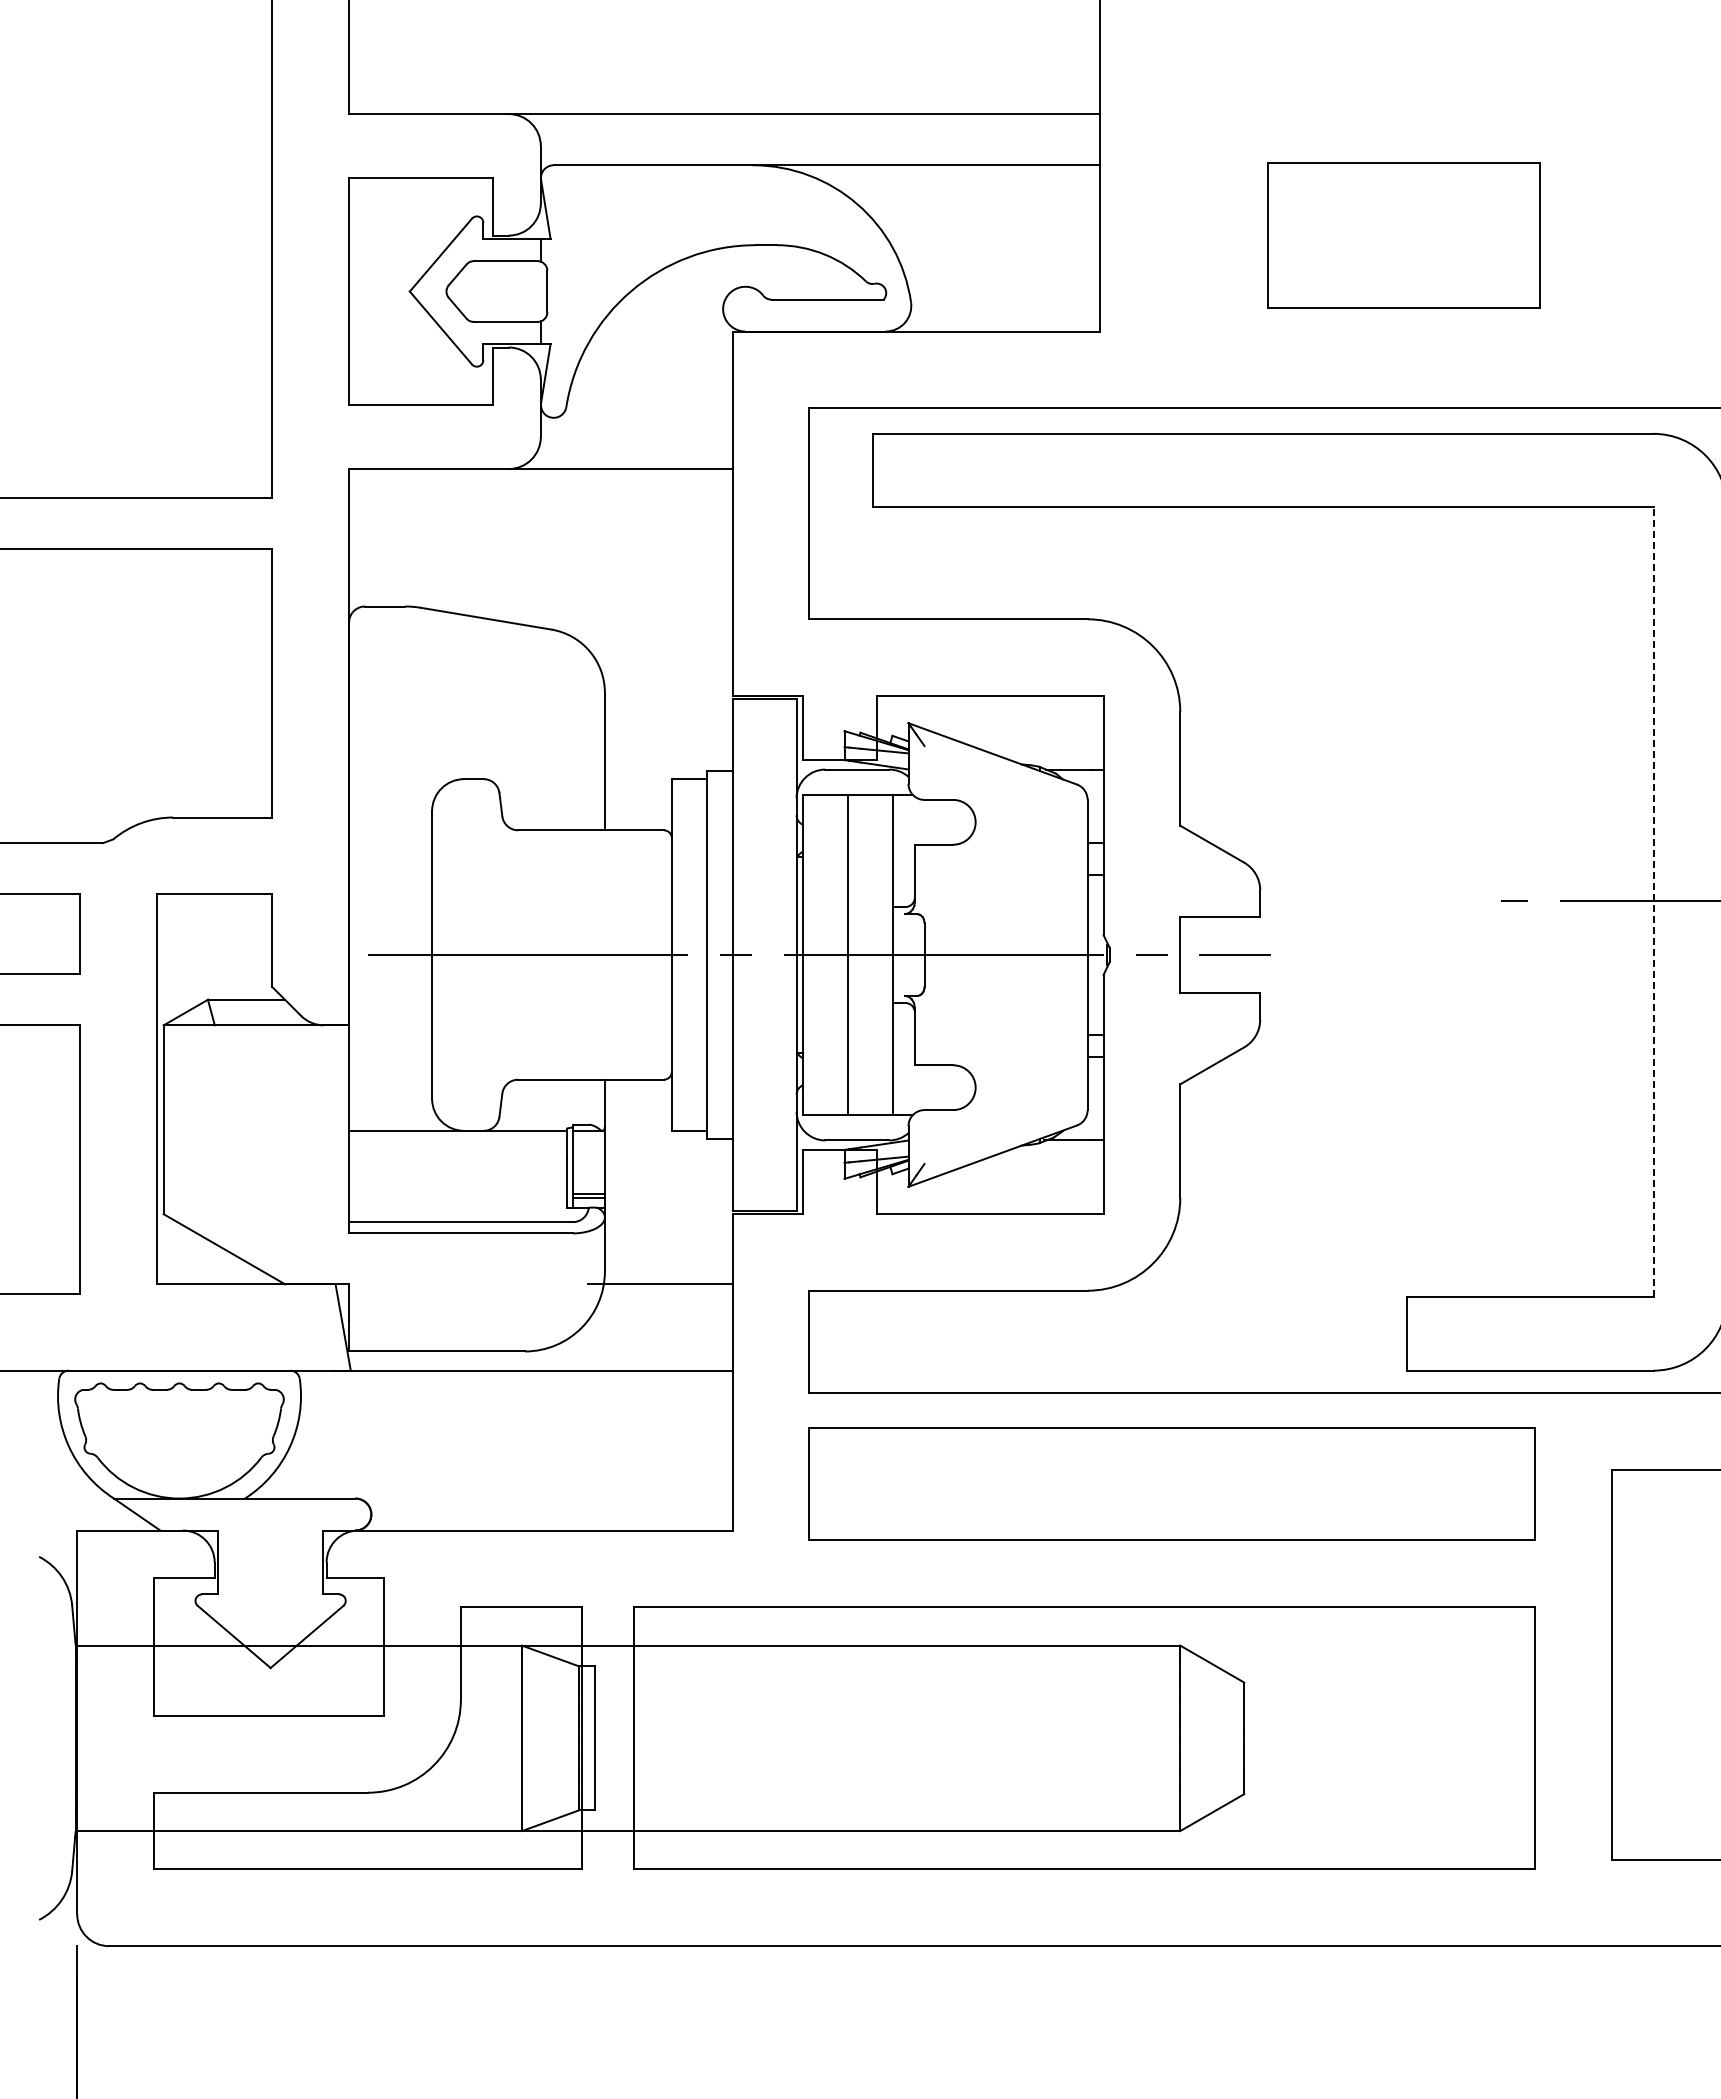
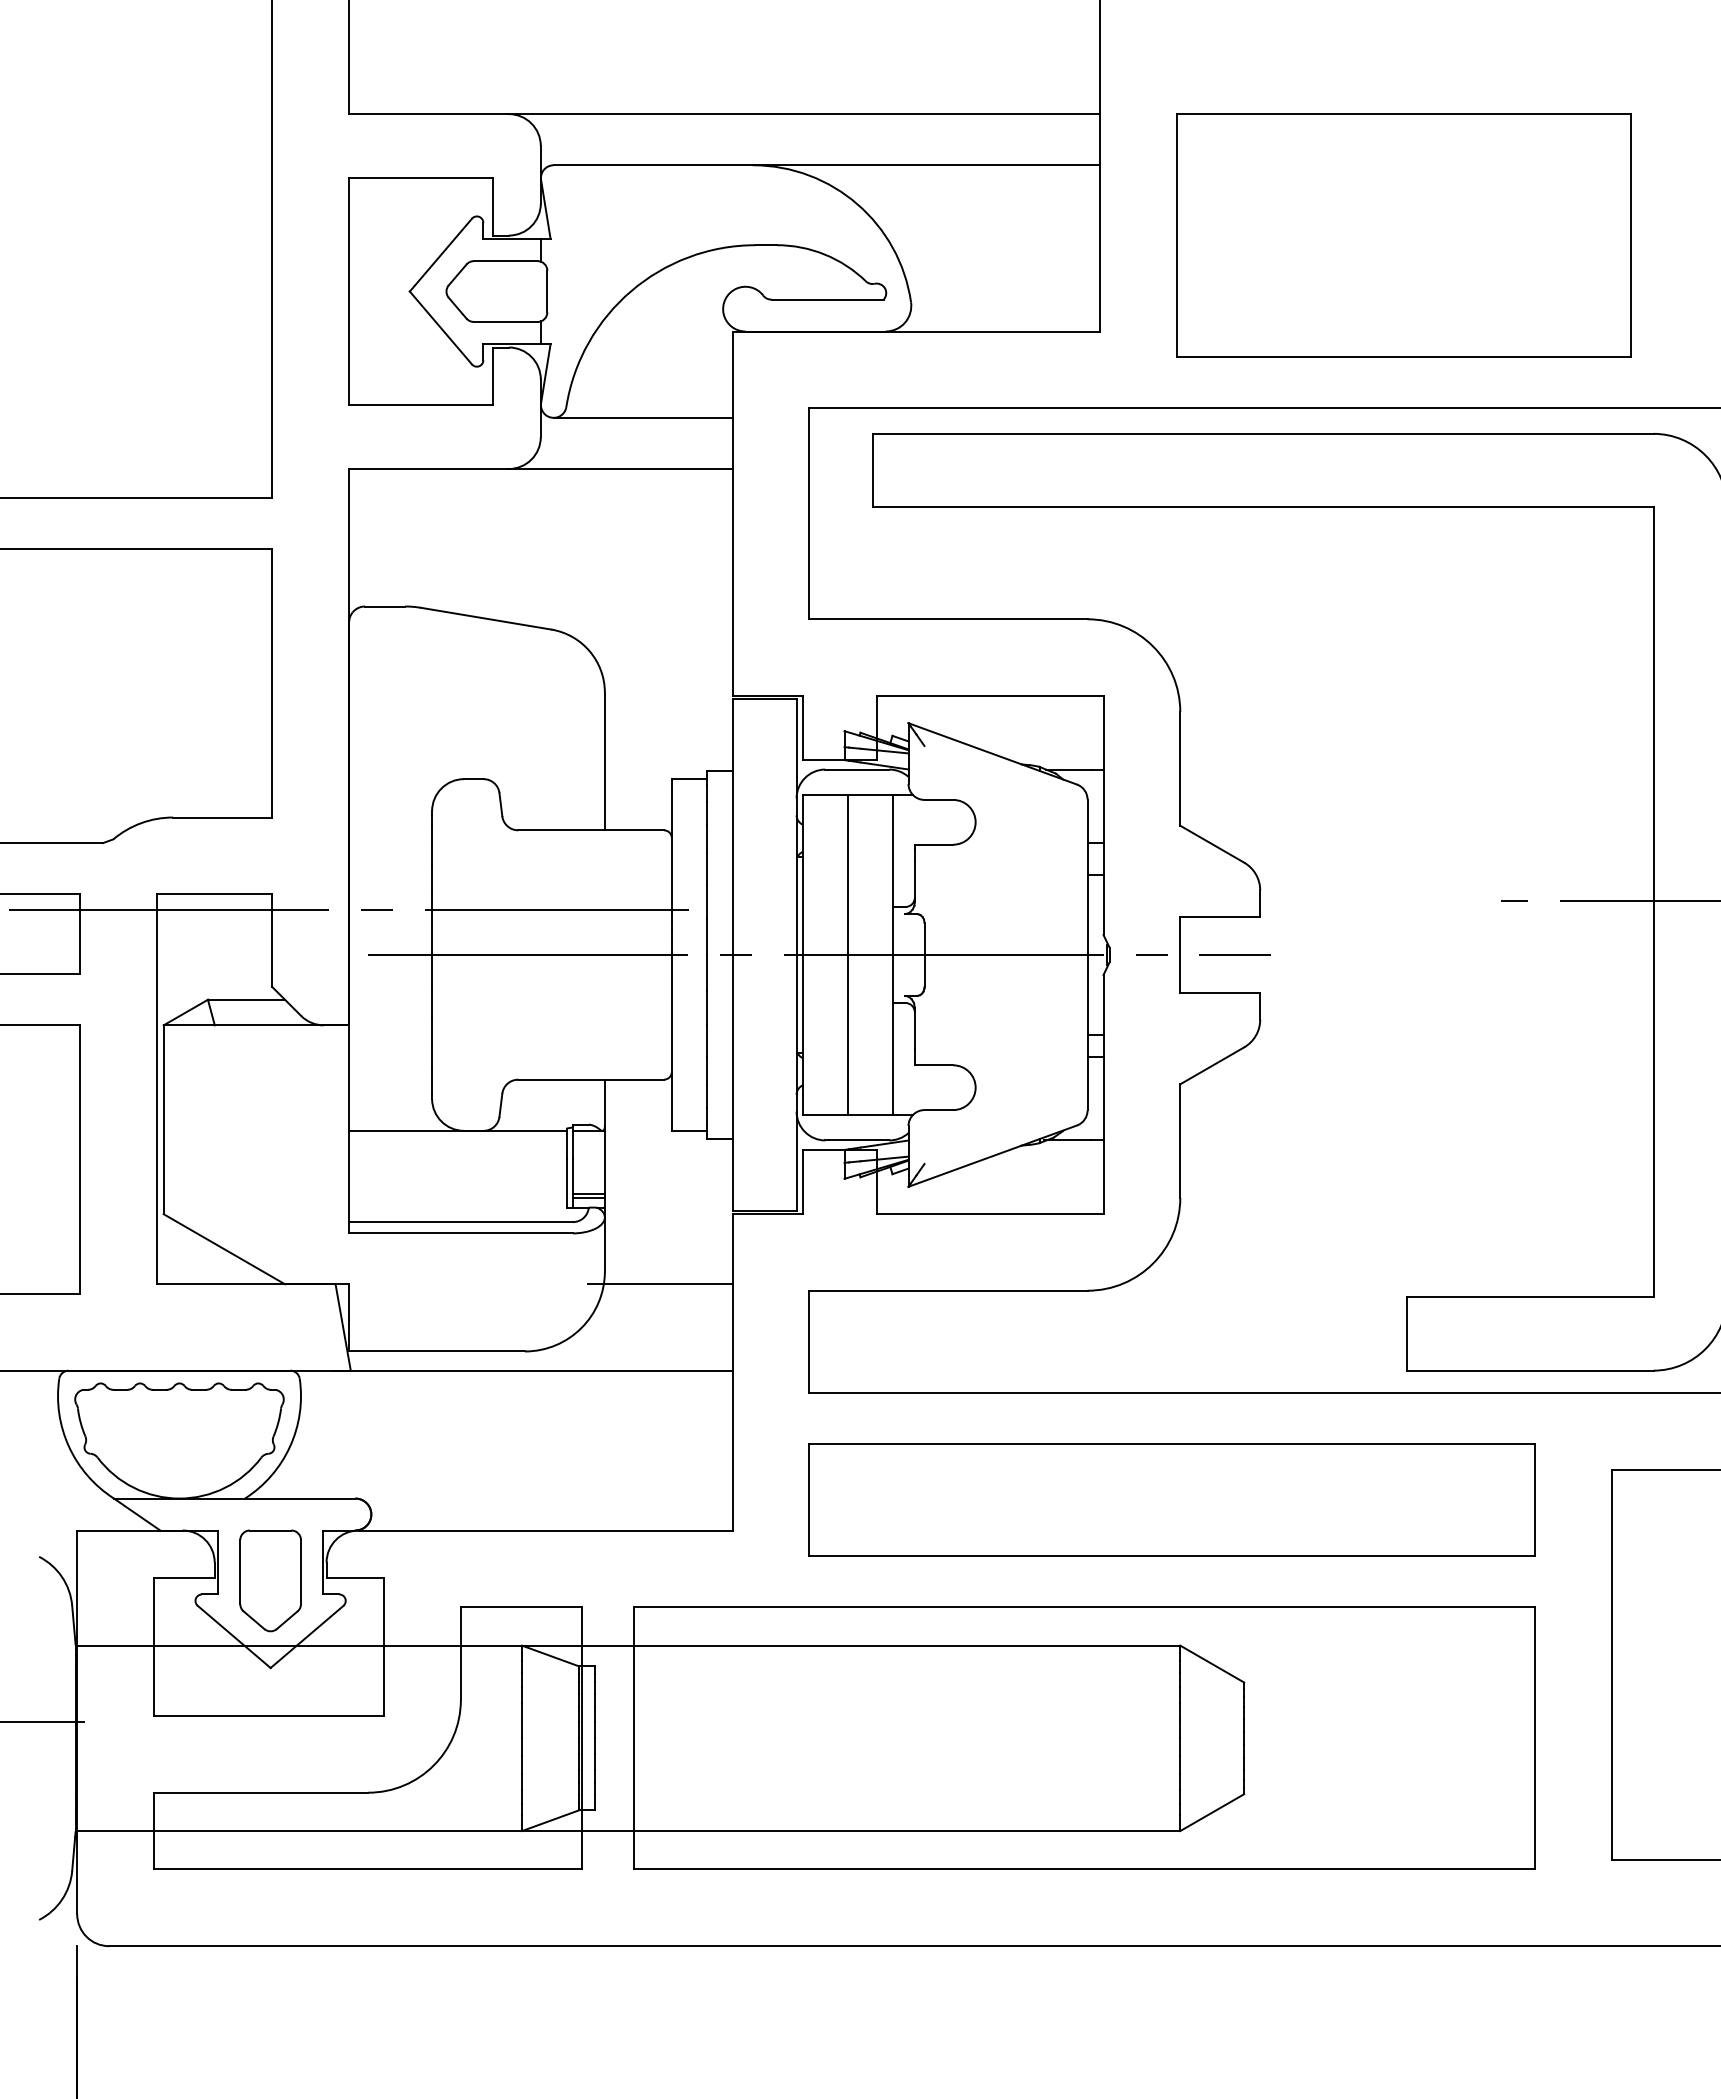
part at (1403, 235) size: 274x147 px -> 456x245 px
line at (642, 417): none -> present
line at (1653, 902): dashed -> solid
line at (348, 910): none -> present
part at (1171, 1483) position: (1171, 1483) -> (1171, 1499)
part at (270, 1580): none -> present
line at (43, 1722): none -> present
